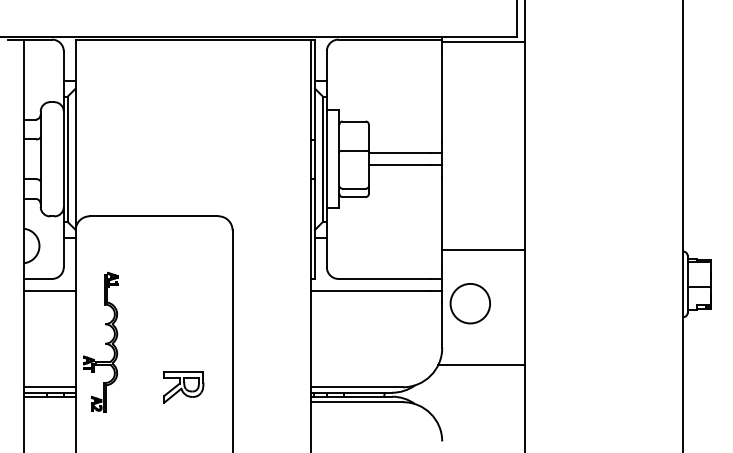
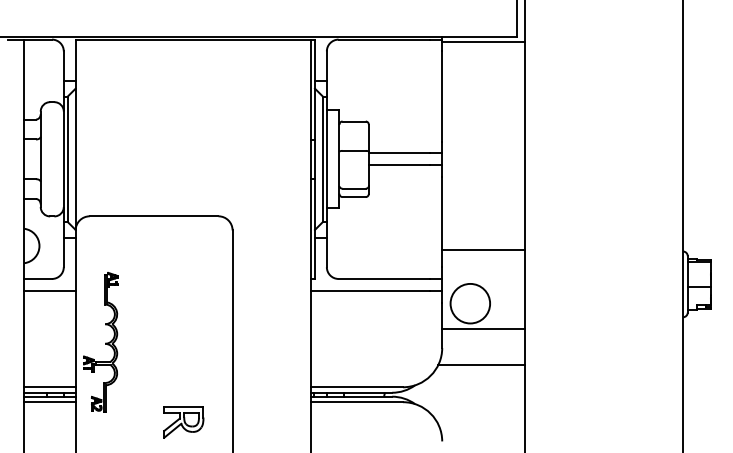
line at (483, 328): none -> present
part at (183, 387) position: (183, 387) -> (183, 422)
line at (49, 402): none -> present
